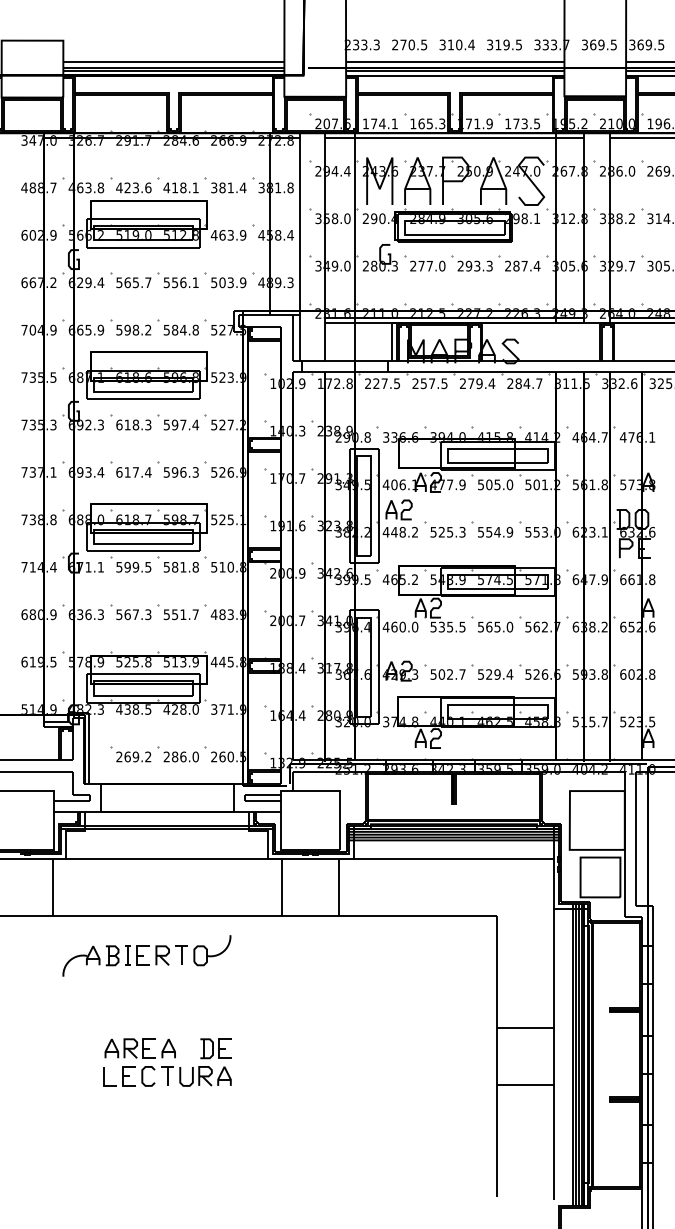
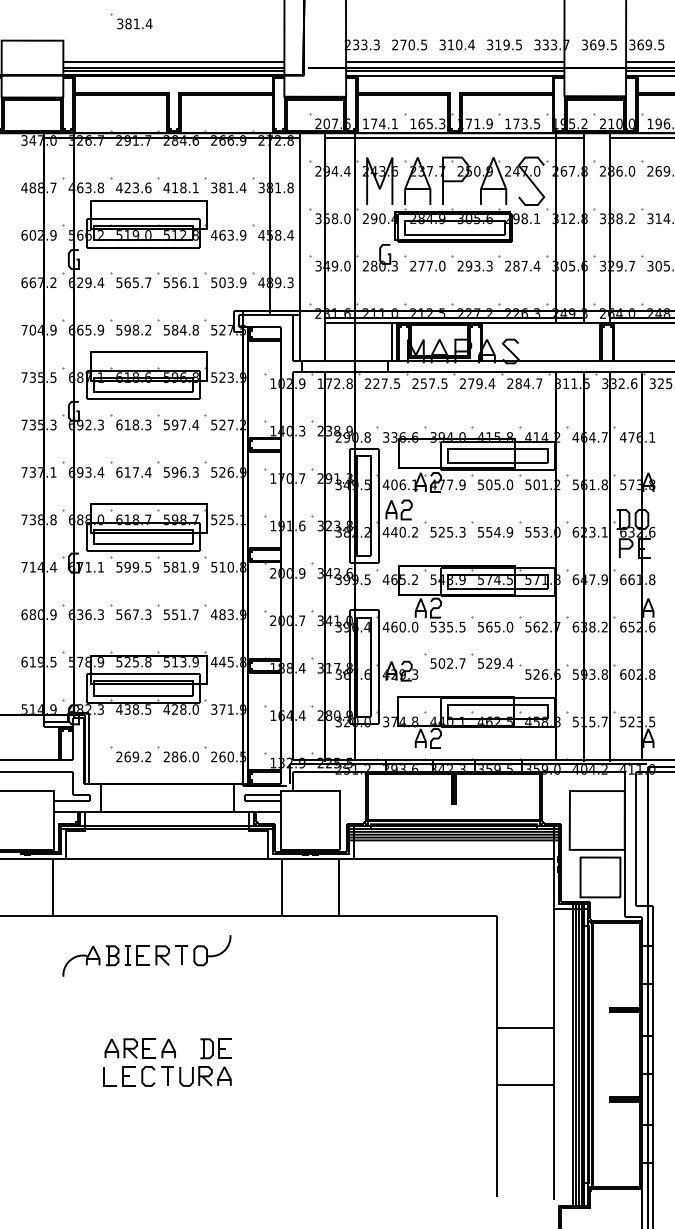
part at (131, 21): none -> present
text at (402, 532): 448.2 -> 440.2
text at (195, 567): 581.8 -> 581.9
part at (468, 671) position: (468, 671) -> (468, 660)
